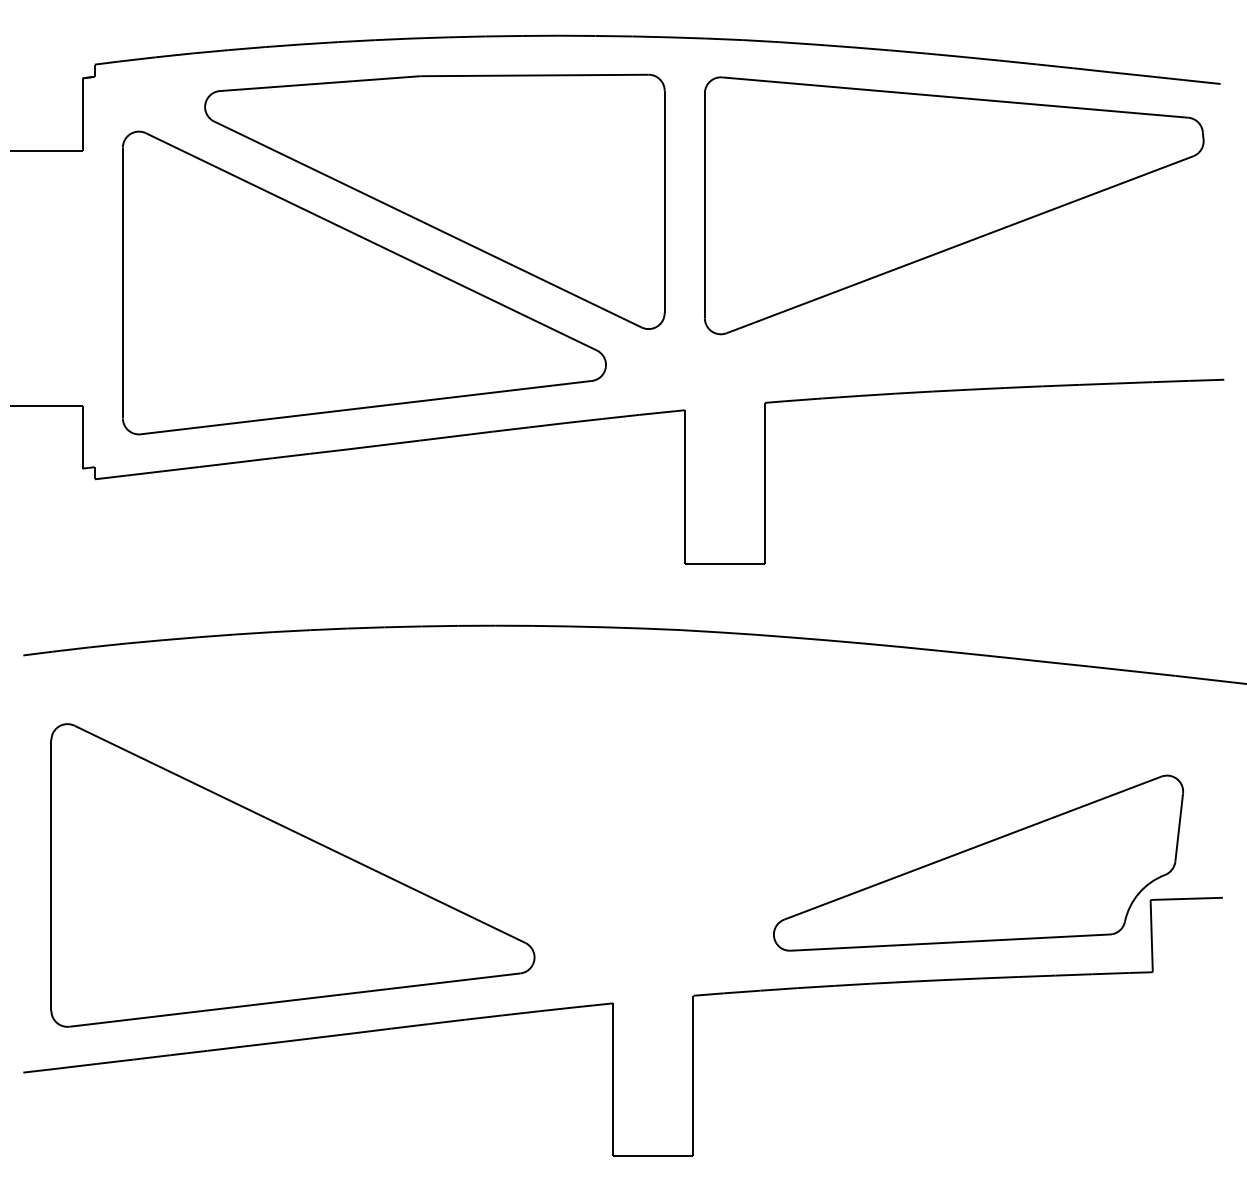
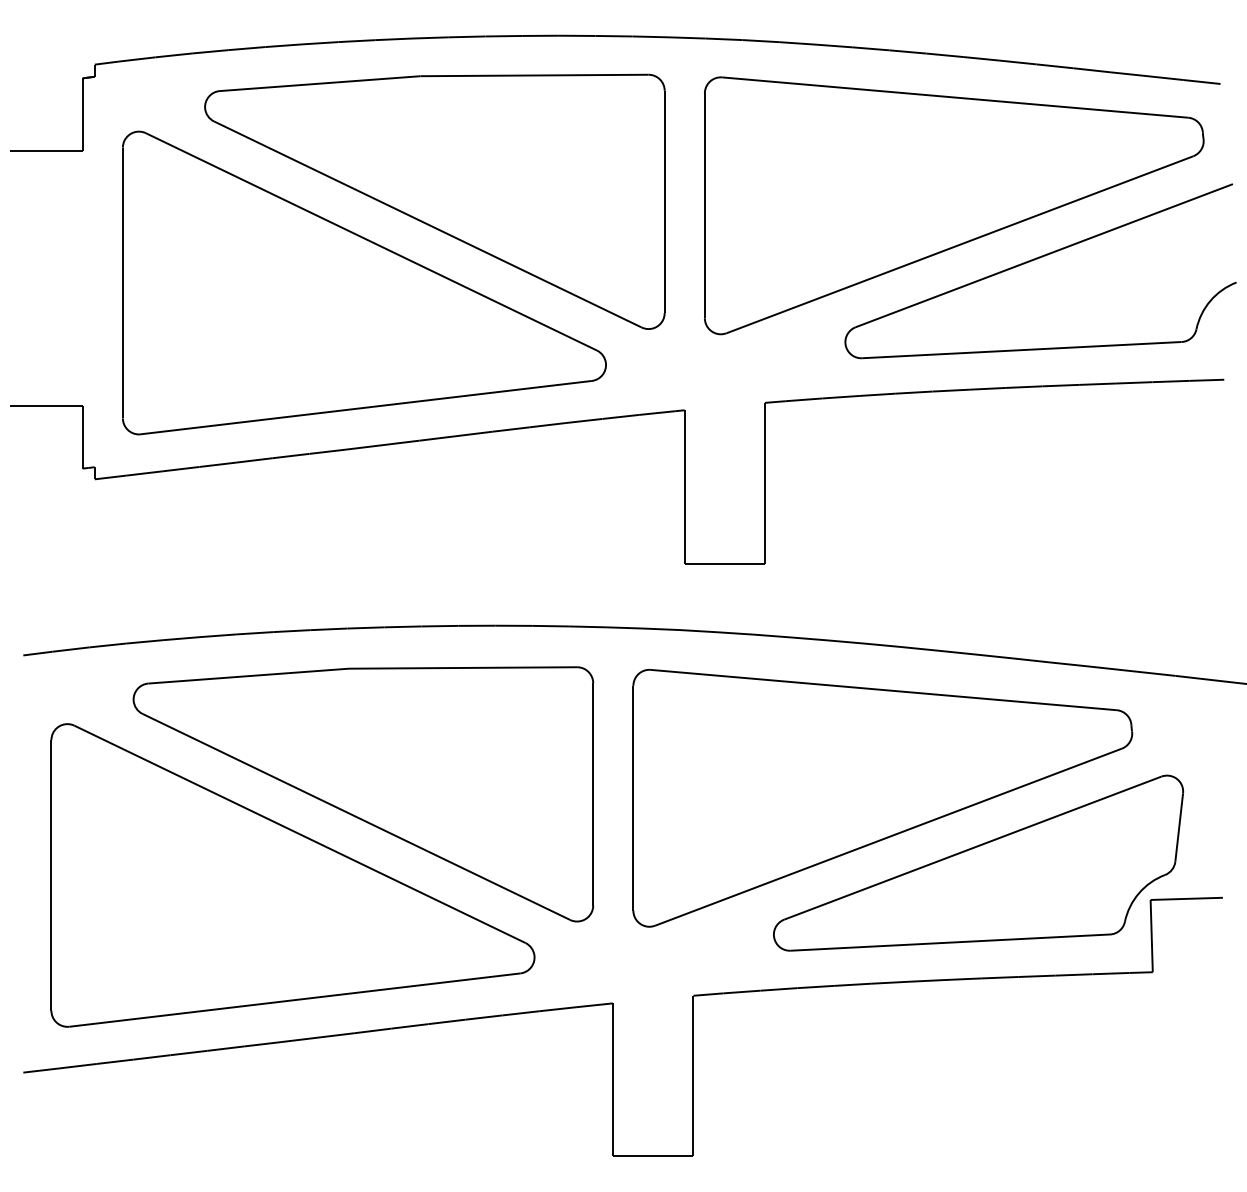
part at (1037, 259): none -> present
part at (363, 794): none -> present
part at (882, 797): none -> present
